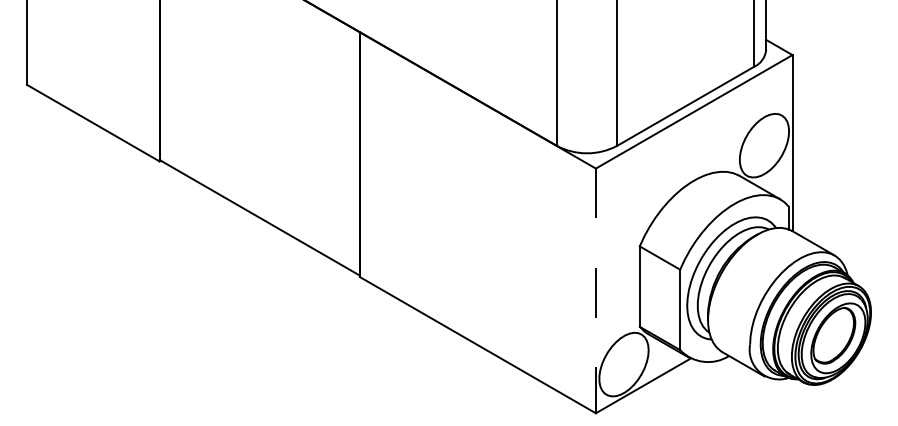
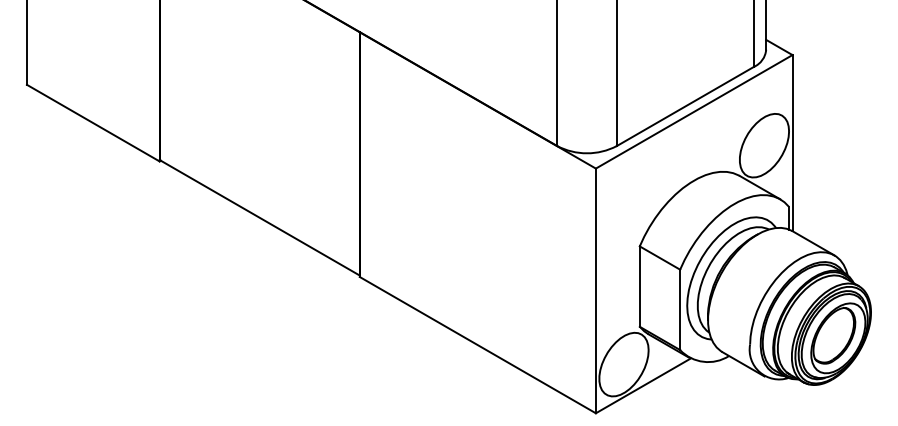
line at (595, 291): dashed -> solid
